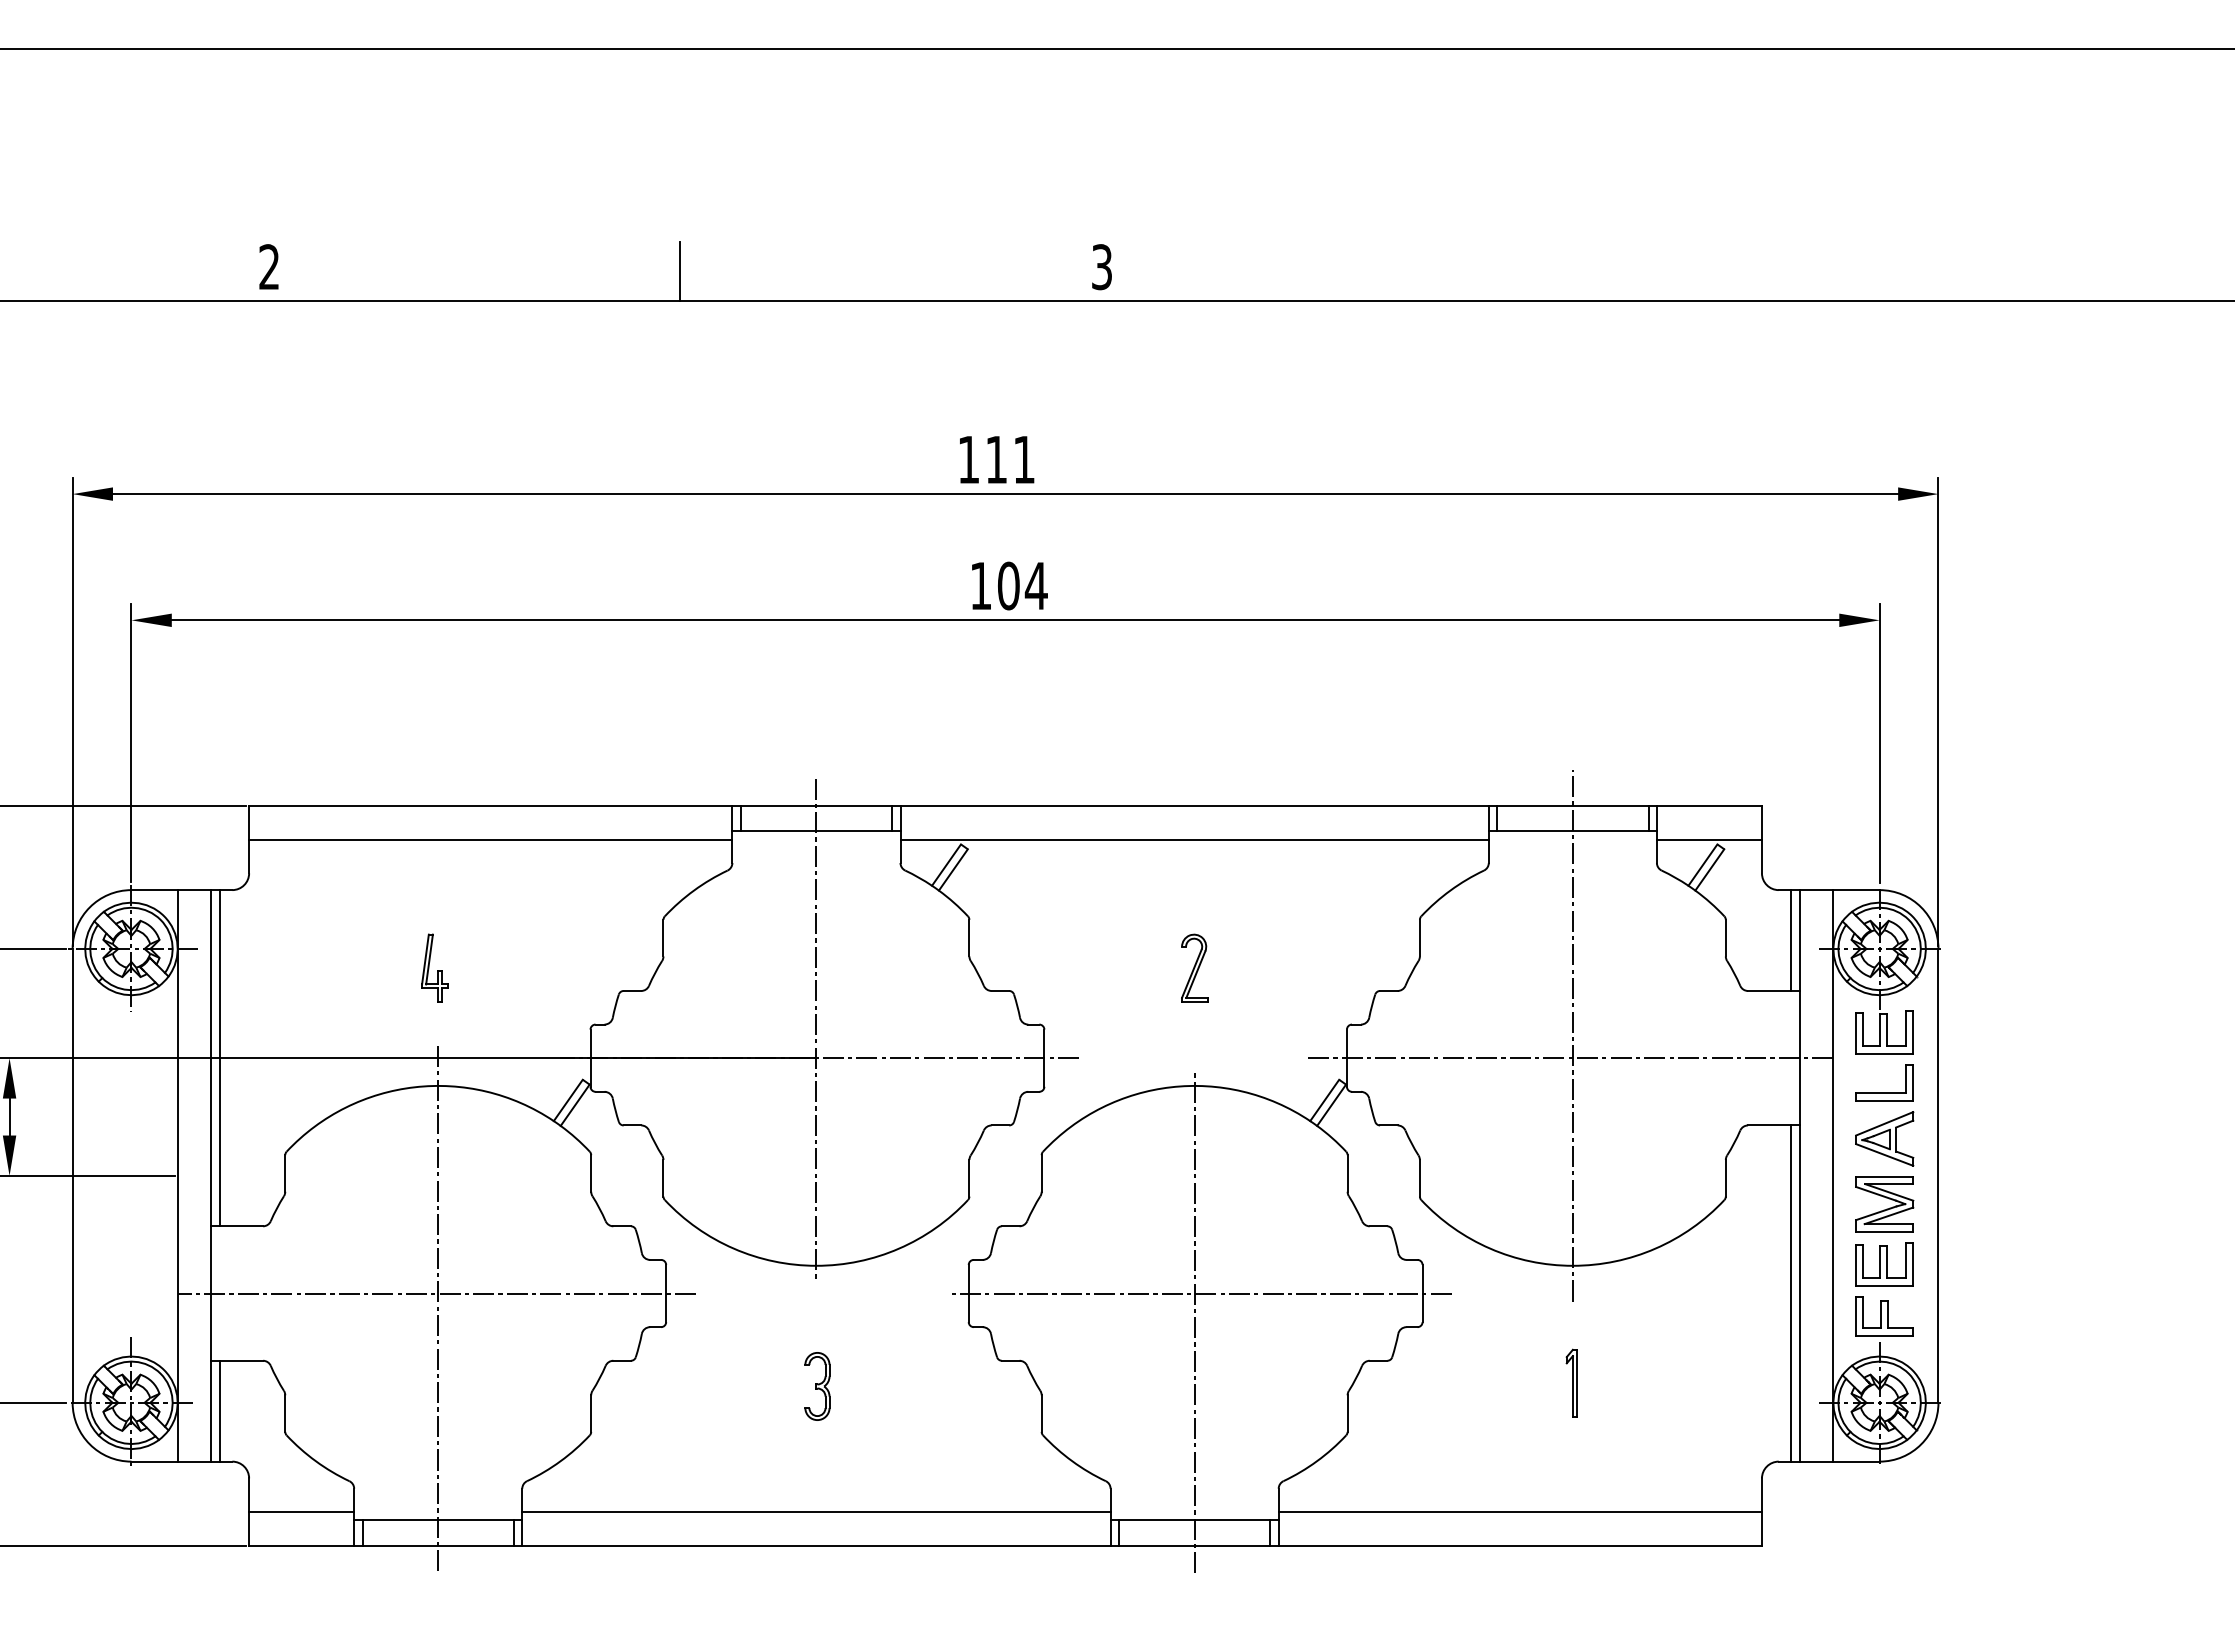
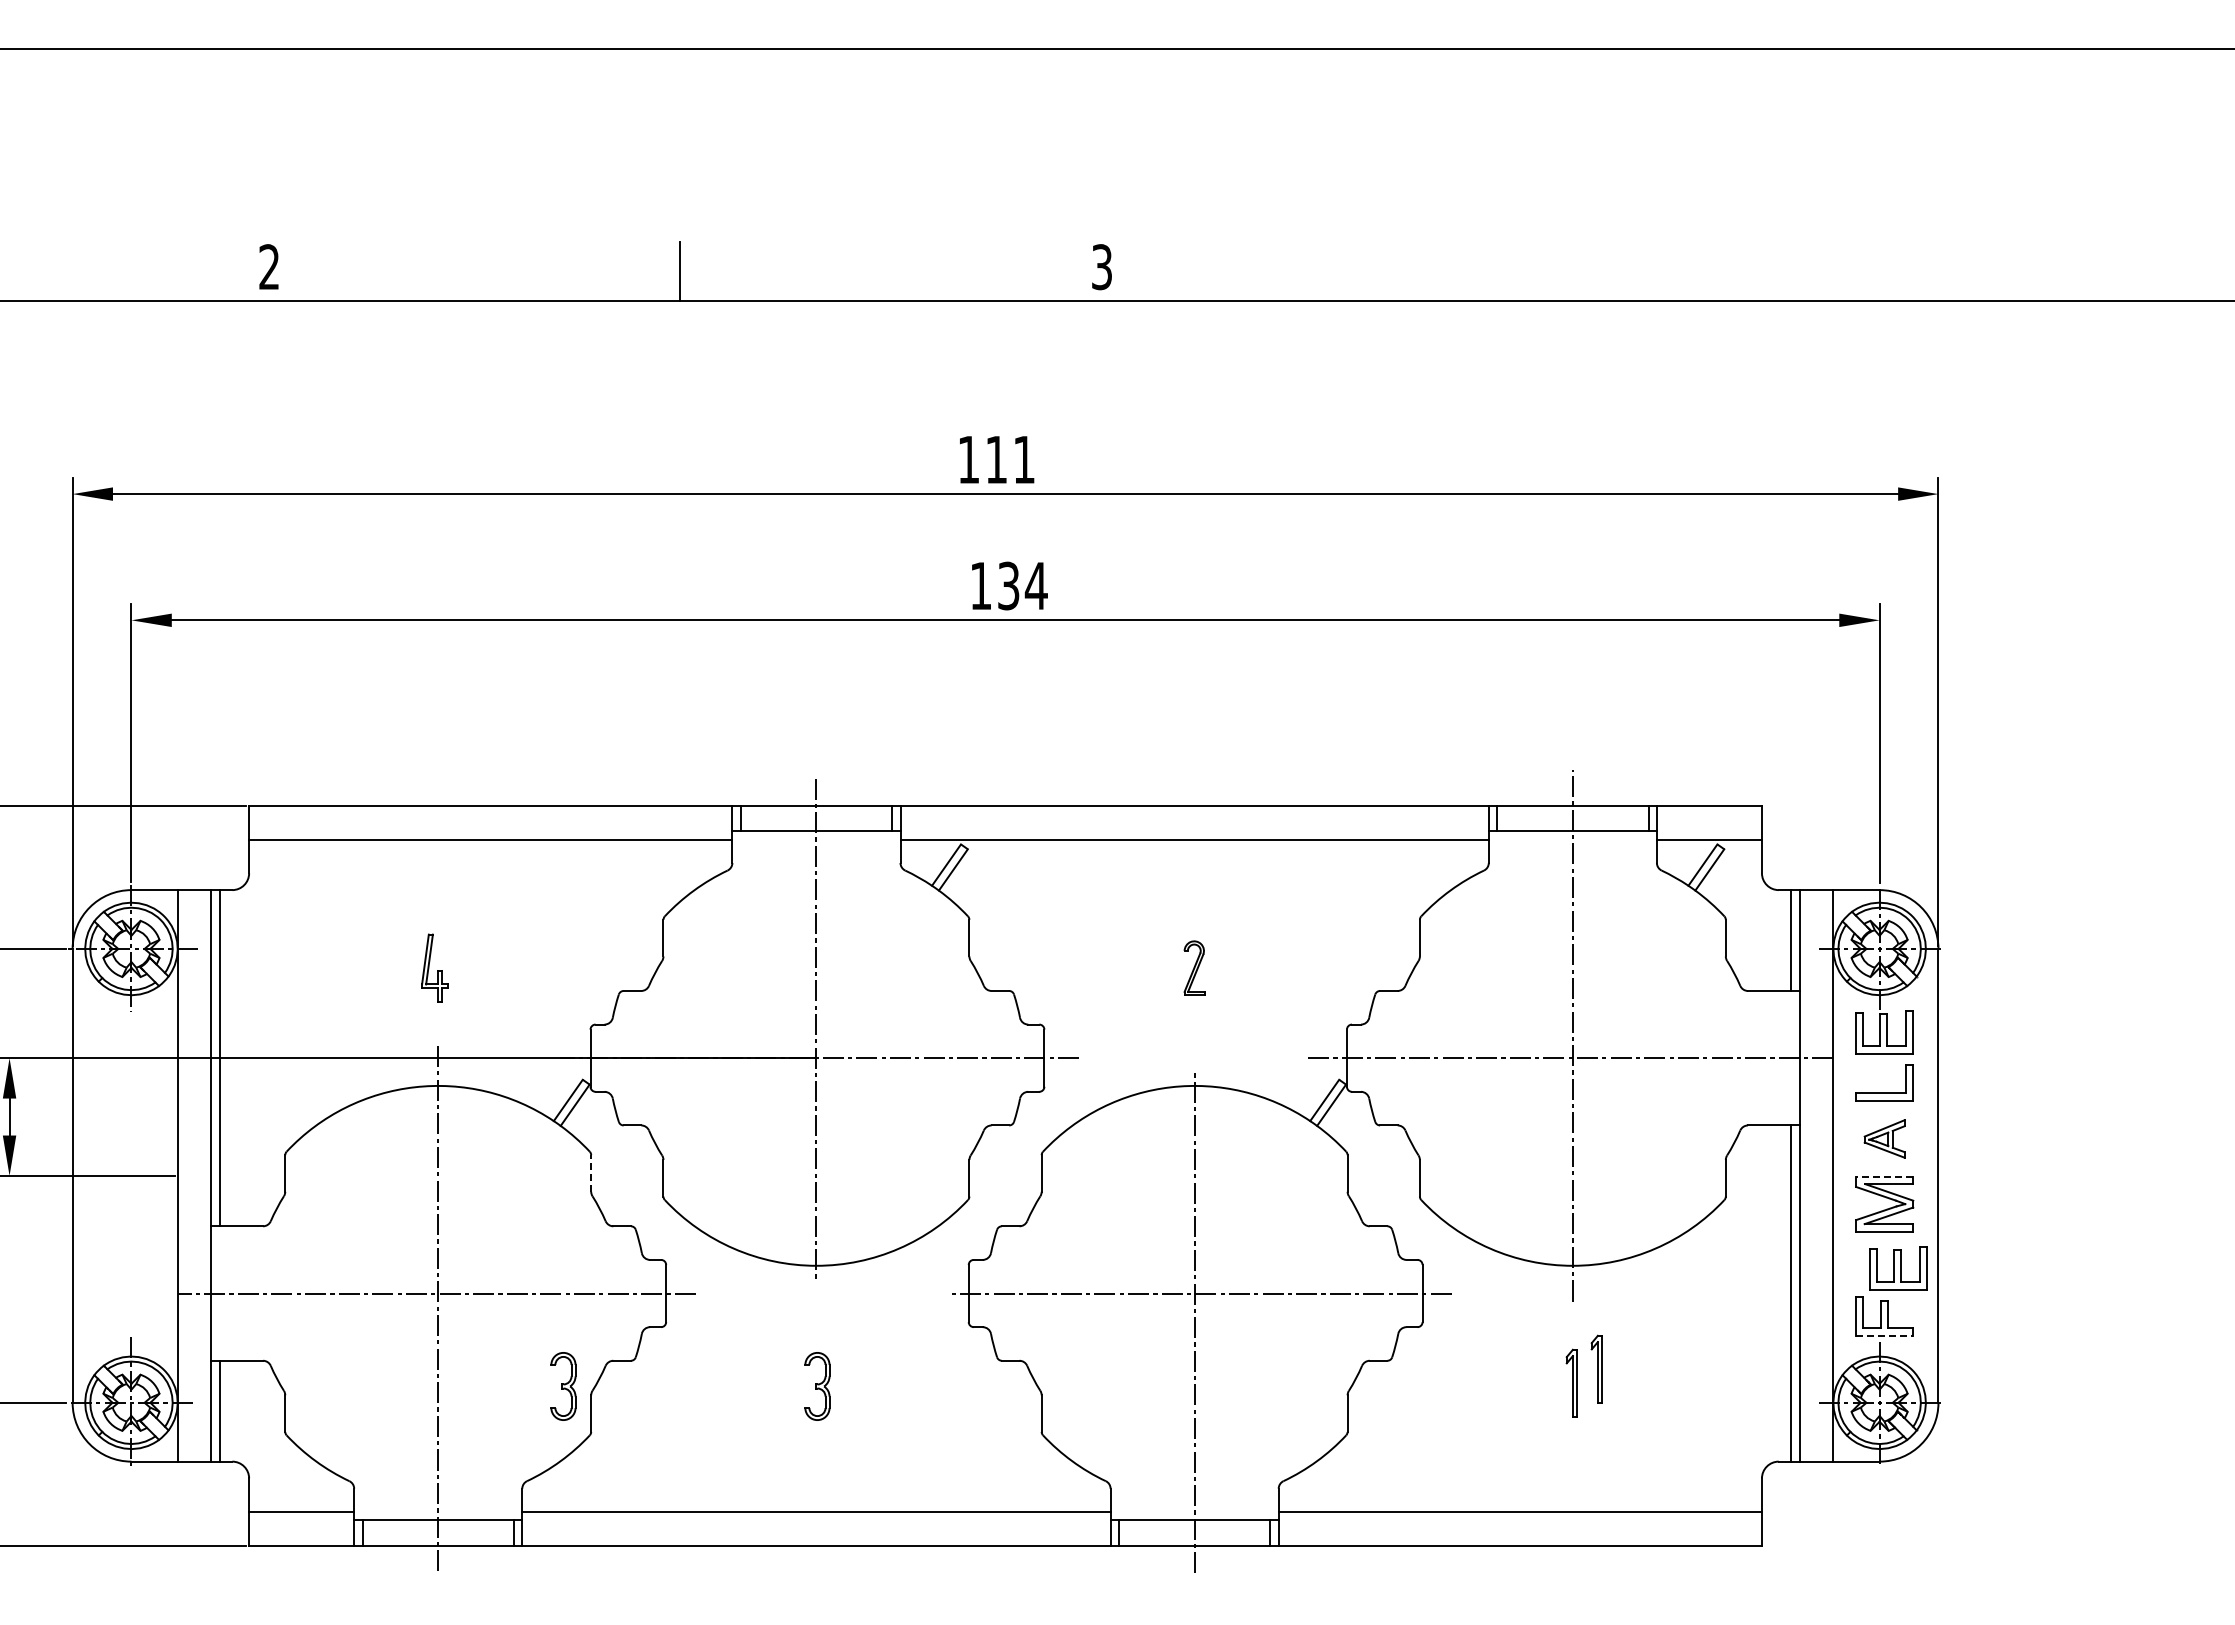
text at (1008, 585): 104 -> 134
part at (1194, 967) size: 28x70 px -> 23x56 px
part at (1884, 1138) size: 60x56 px -> 43x40 px
line at (591, 1172): solid -> dashed
line at (1884, 1177): solid -> dashed
part at (1884, 1264) position: (1884, 1264) -> (1898, 1268)
line at (1884, 1335): solid -> dashed
part at (1596, 1368): none -> present
part at (563, 1386): none -> present
